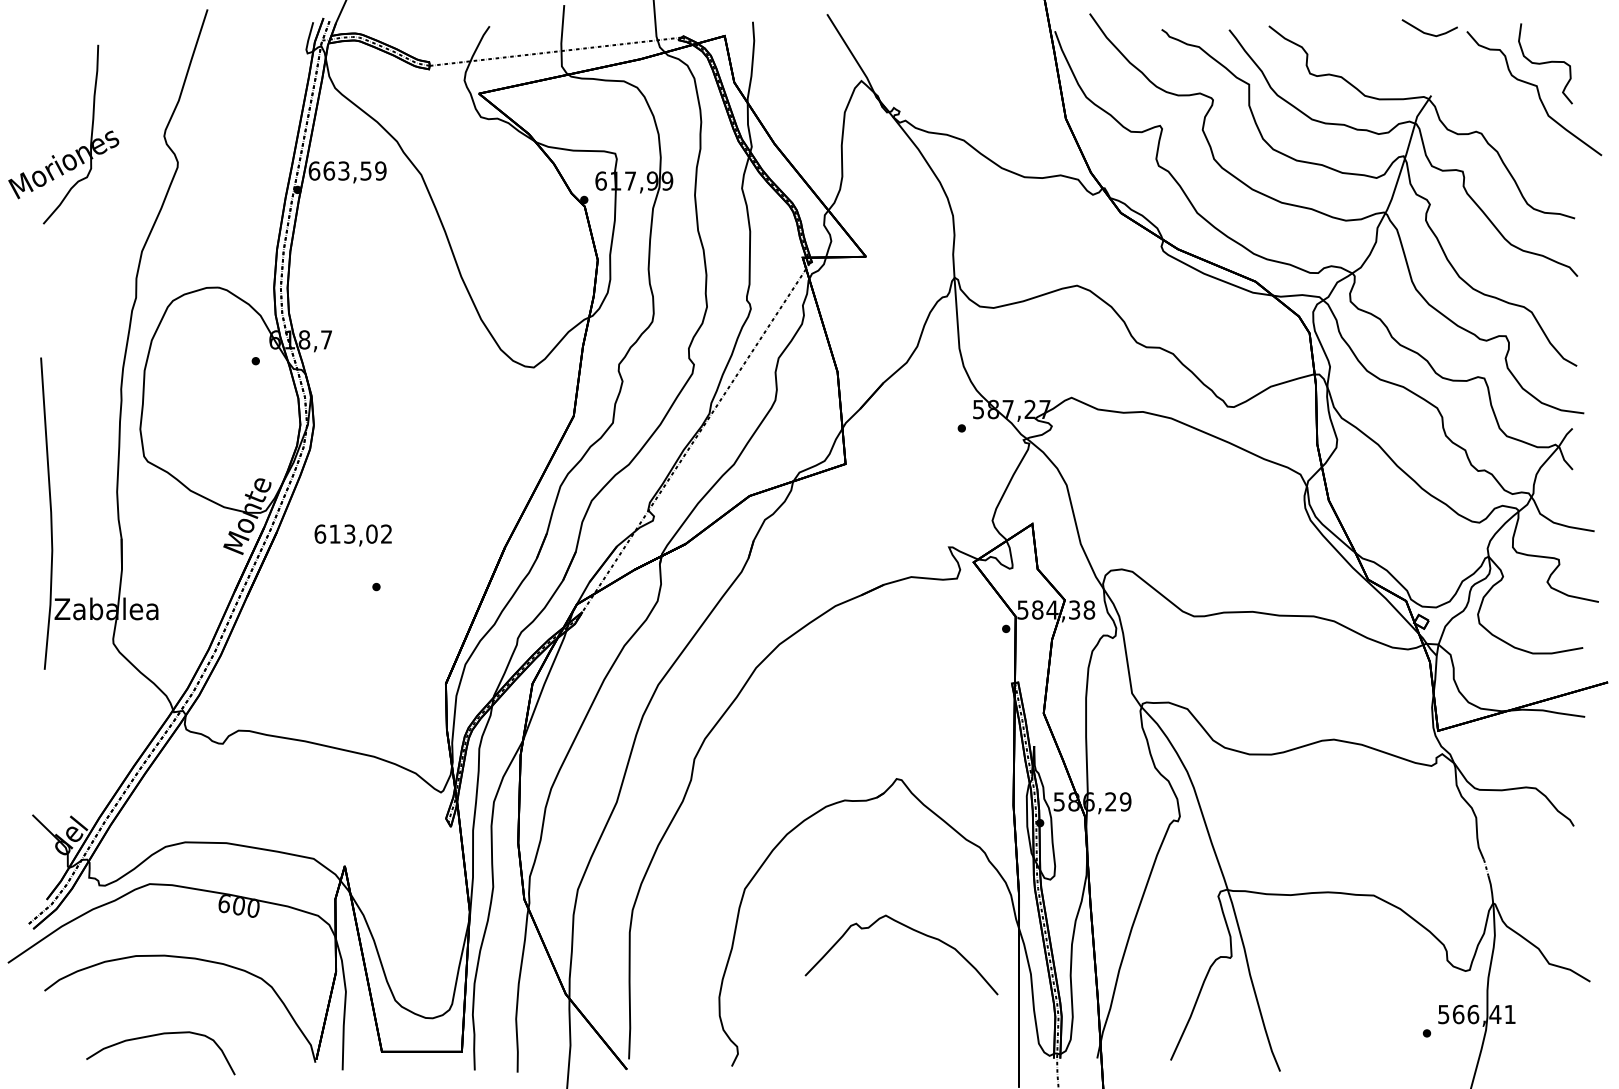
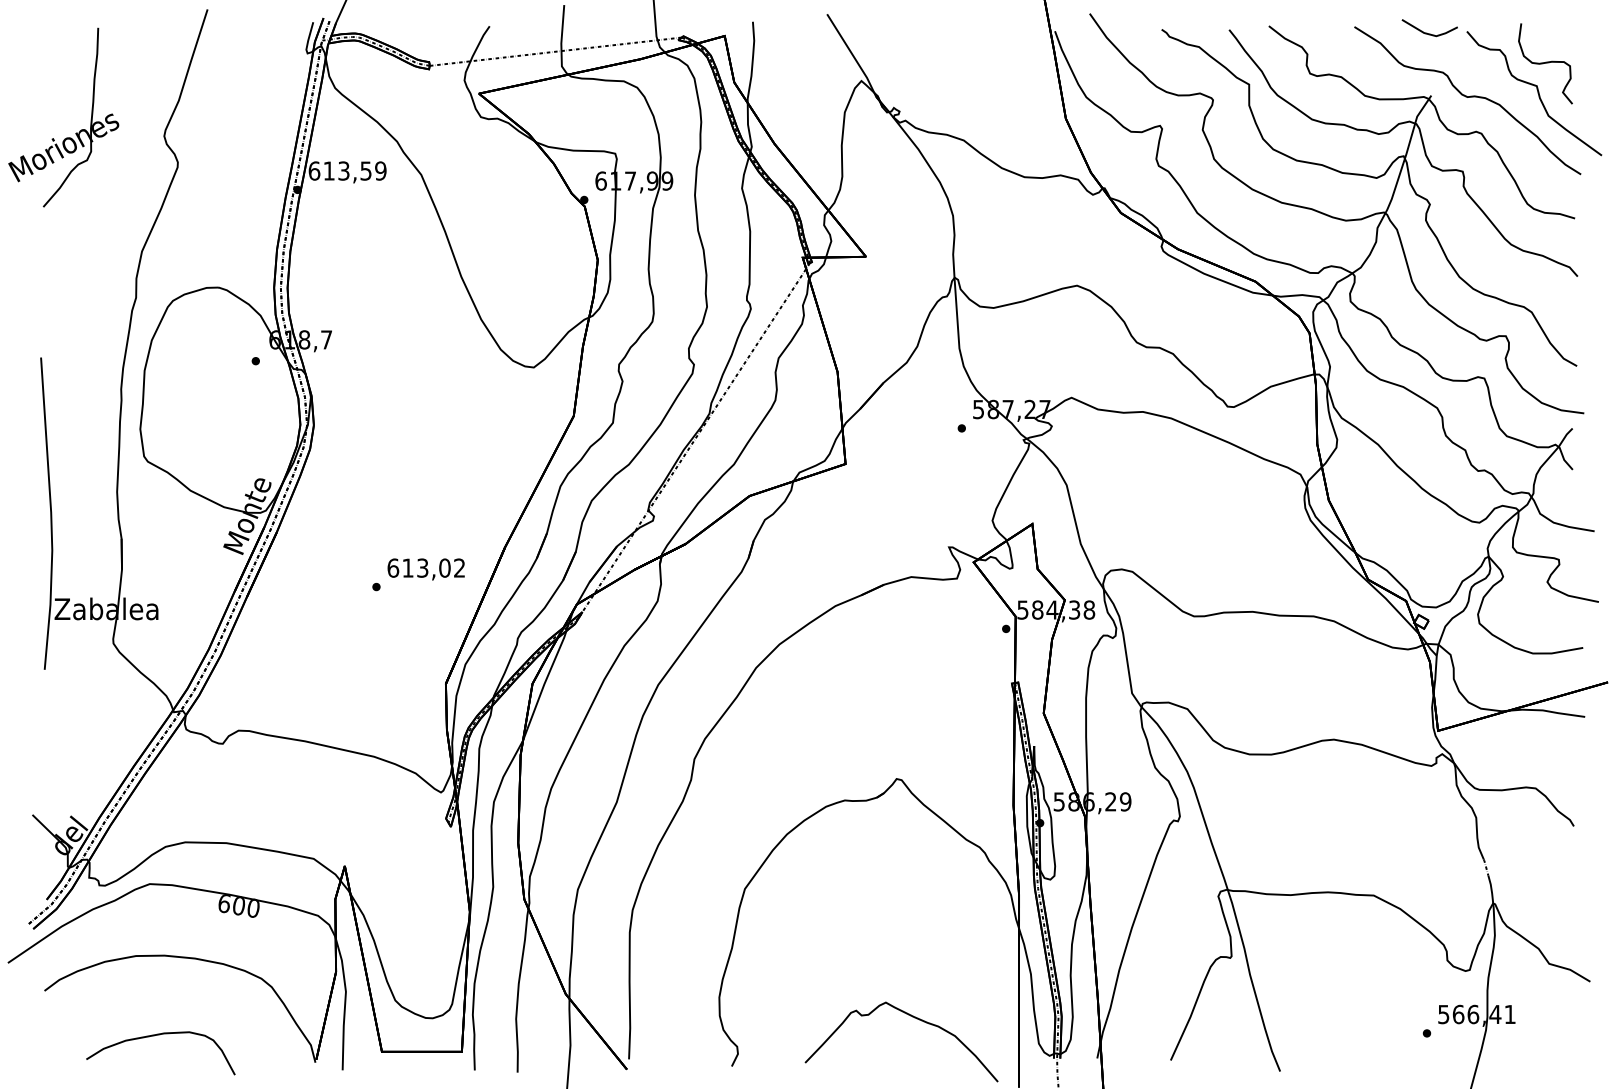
curve at (1467, 97): none -> present
part at (76, 149) position: (76, 149) -> (76, 132)
text at (329, 170): 663,59 -> 613,59
text at (352, 535) position: (352, 535) -> (425, 569)
curve at (912, 930) position: (912, 930) -> (912, 1017)
